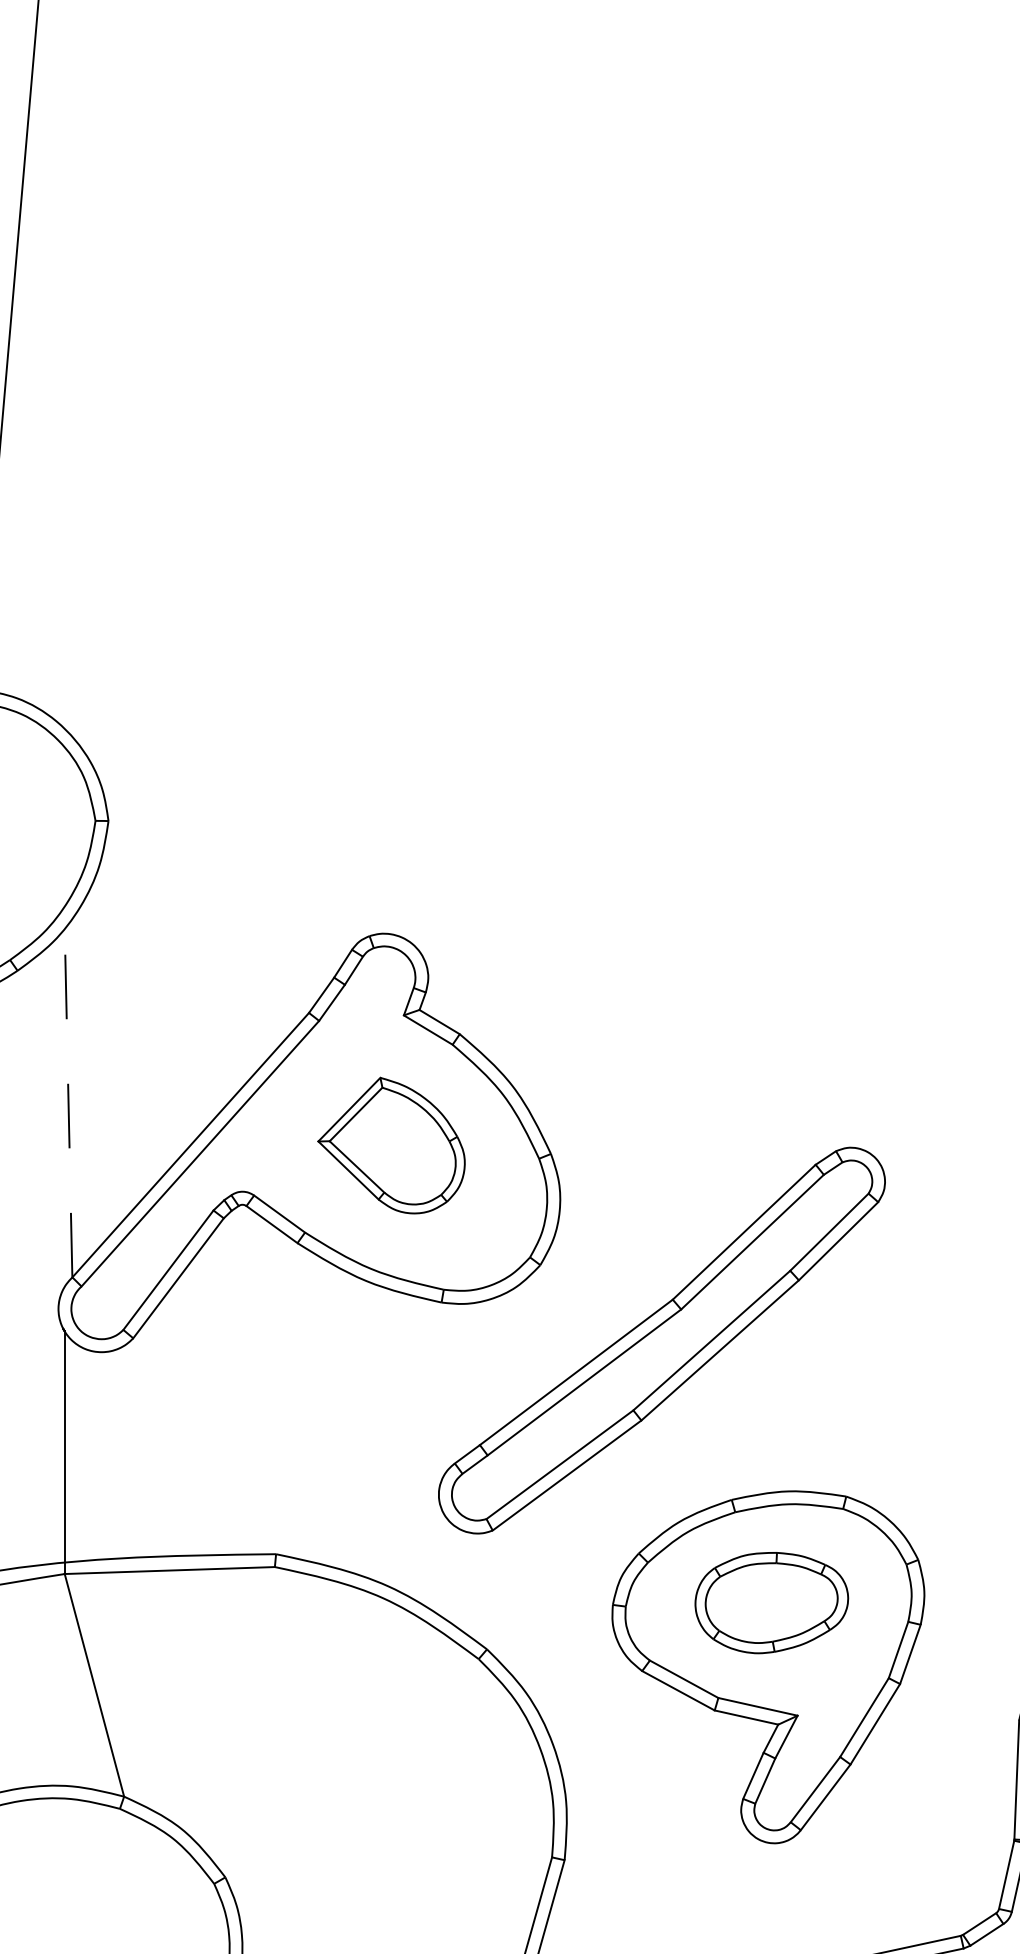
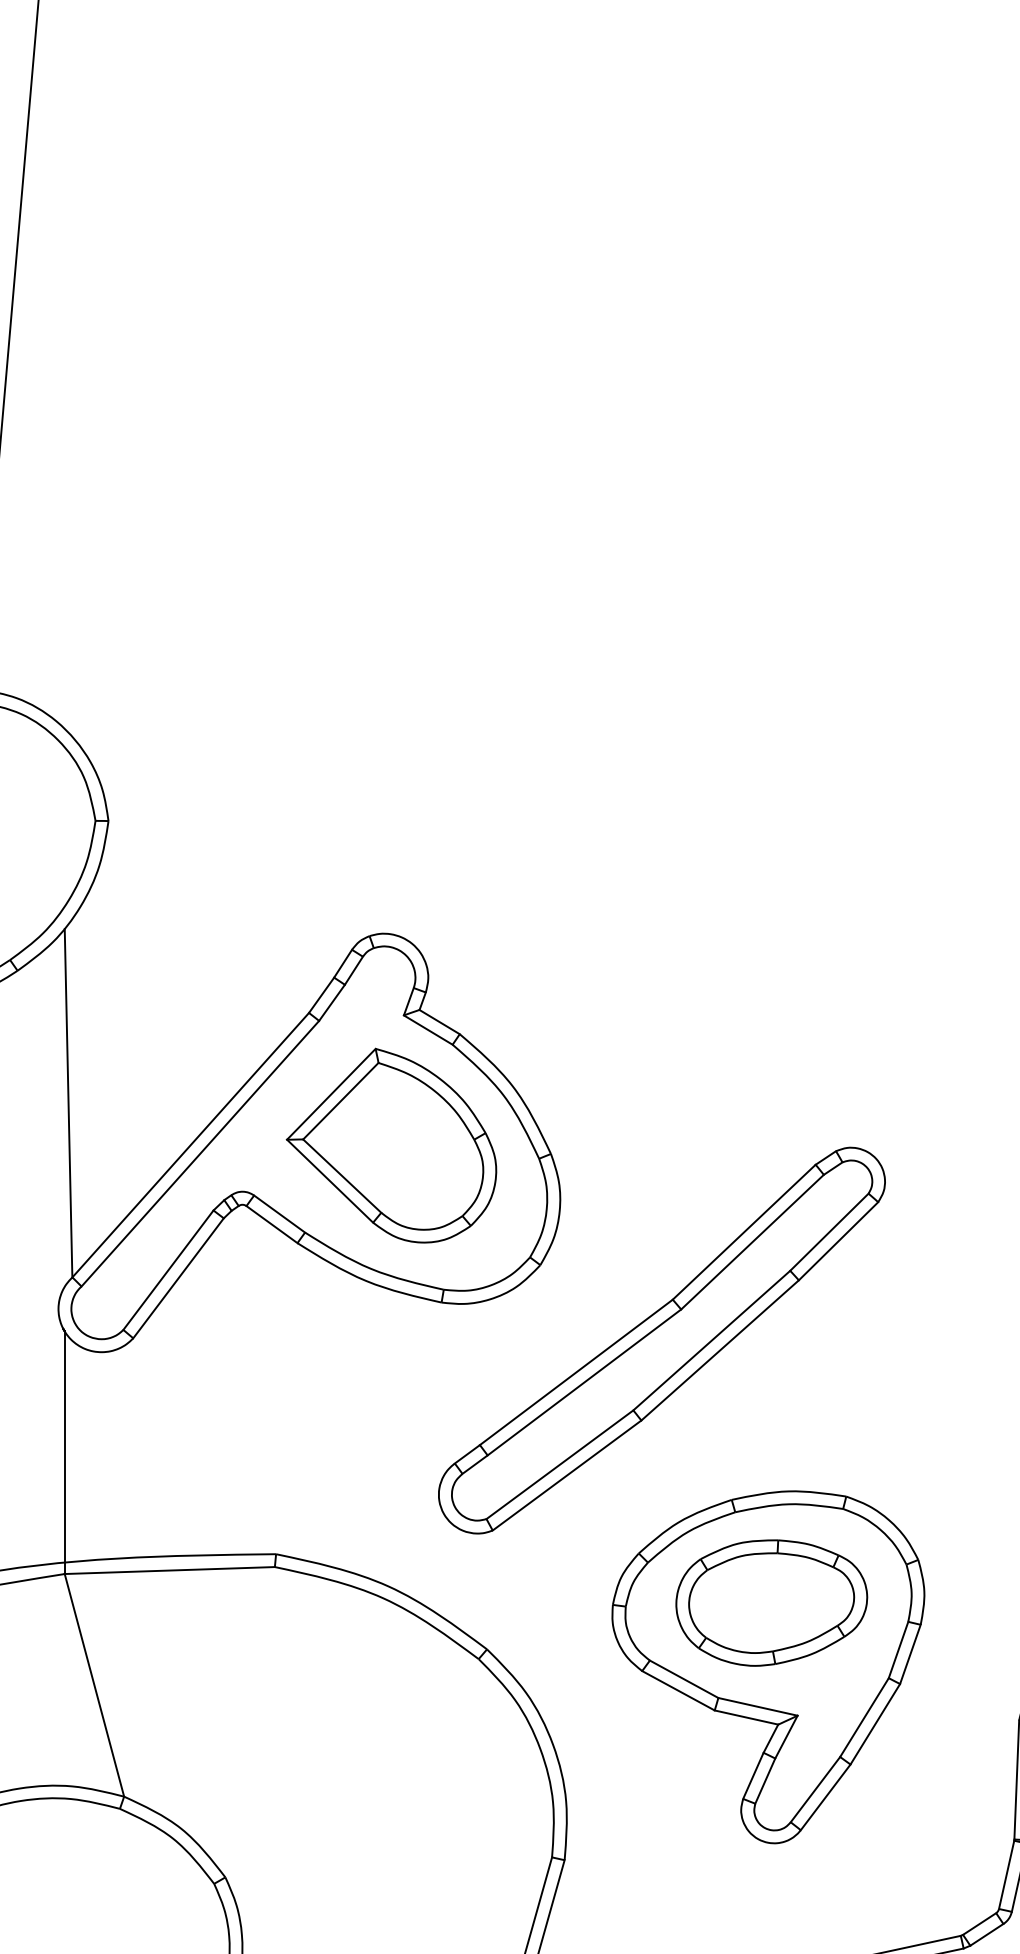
line at (68, 1102): dashed -> solid
part at (391, 1145) size: 149x139 px -> 213x197 px
part at (771, 1603) size: 156x103 px -> 194x128 px
